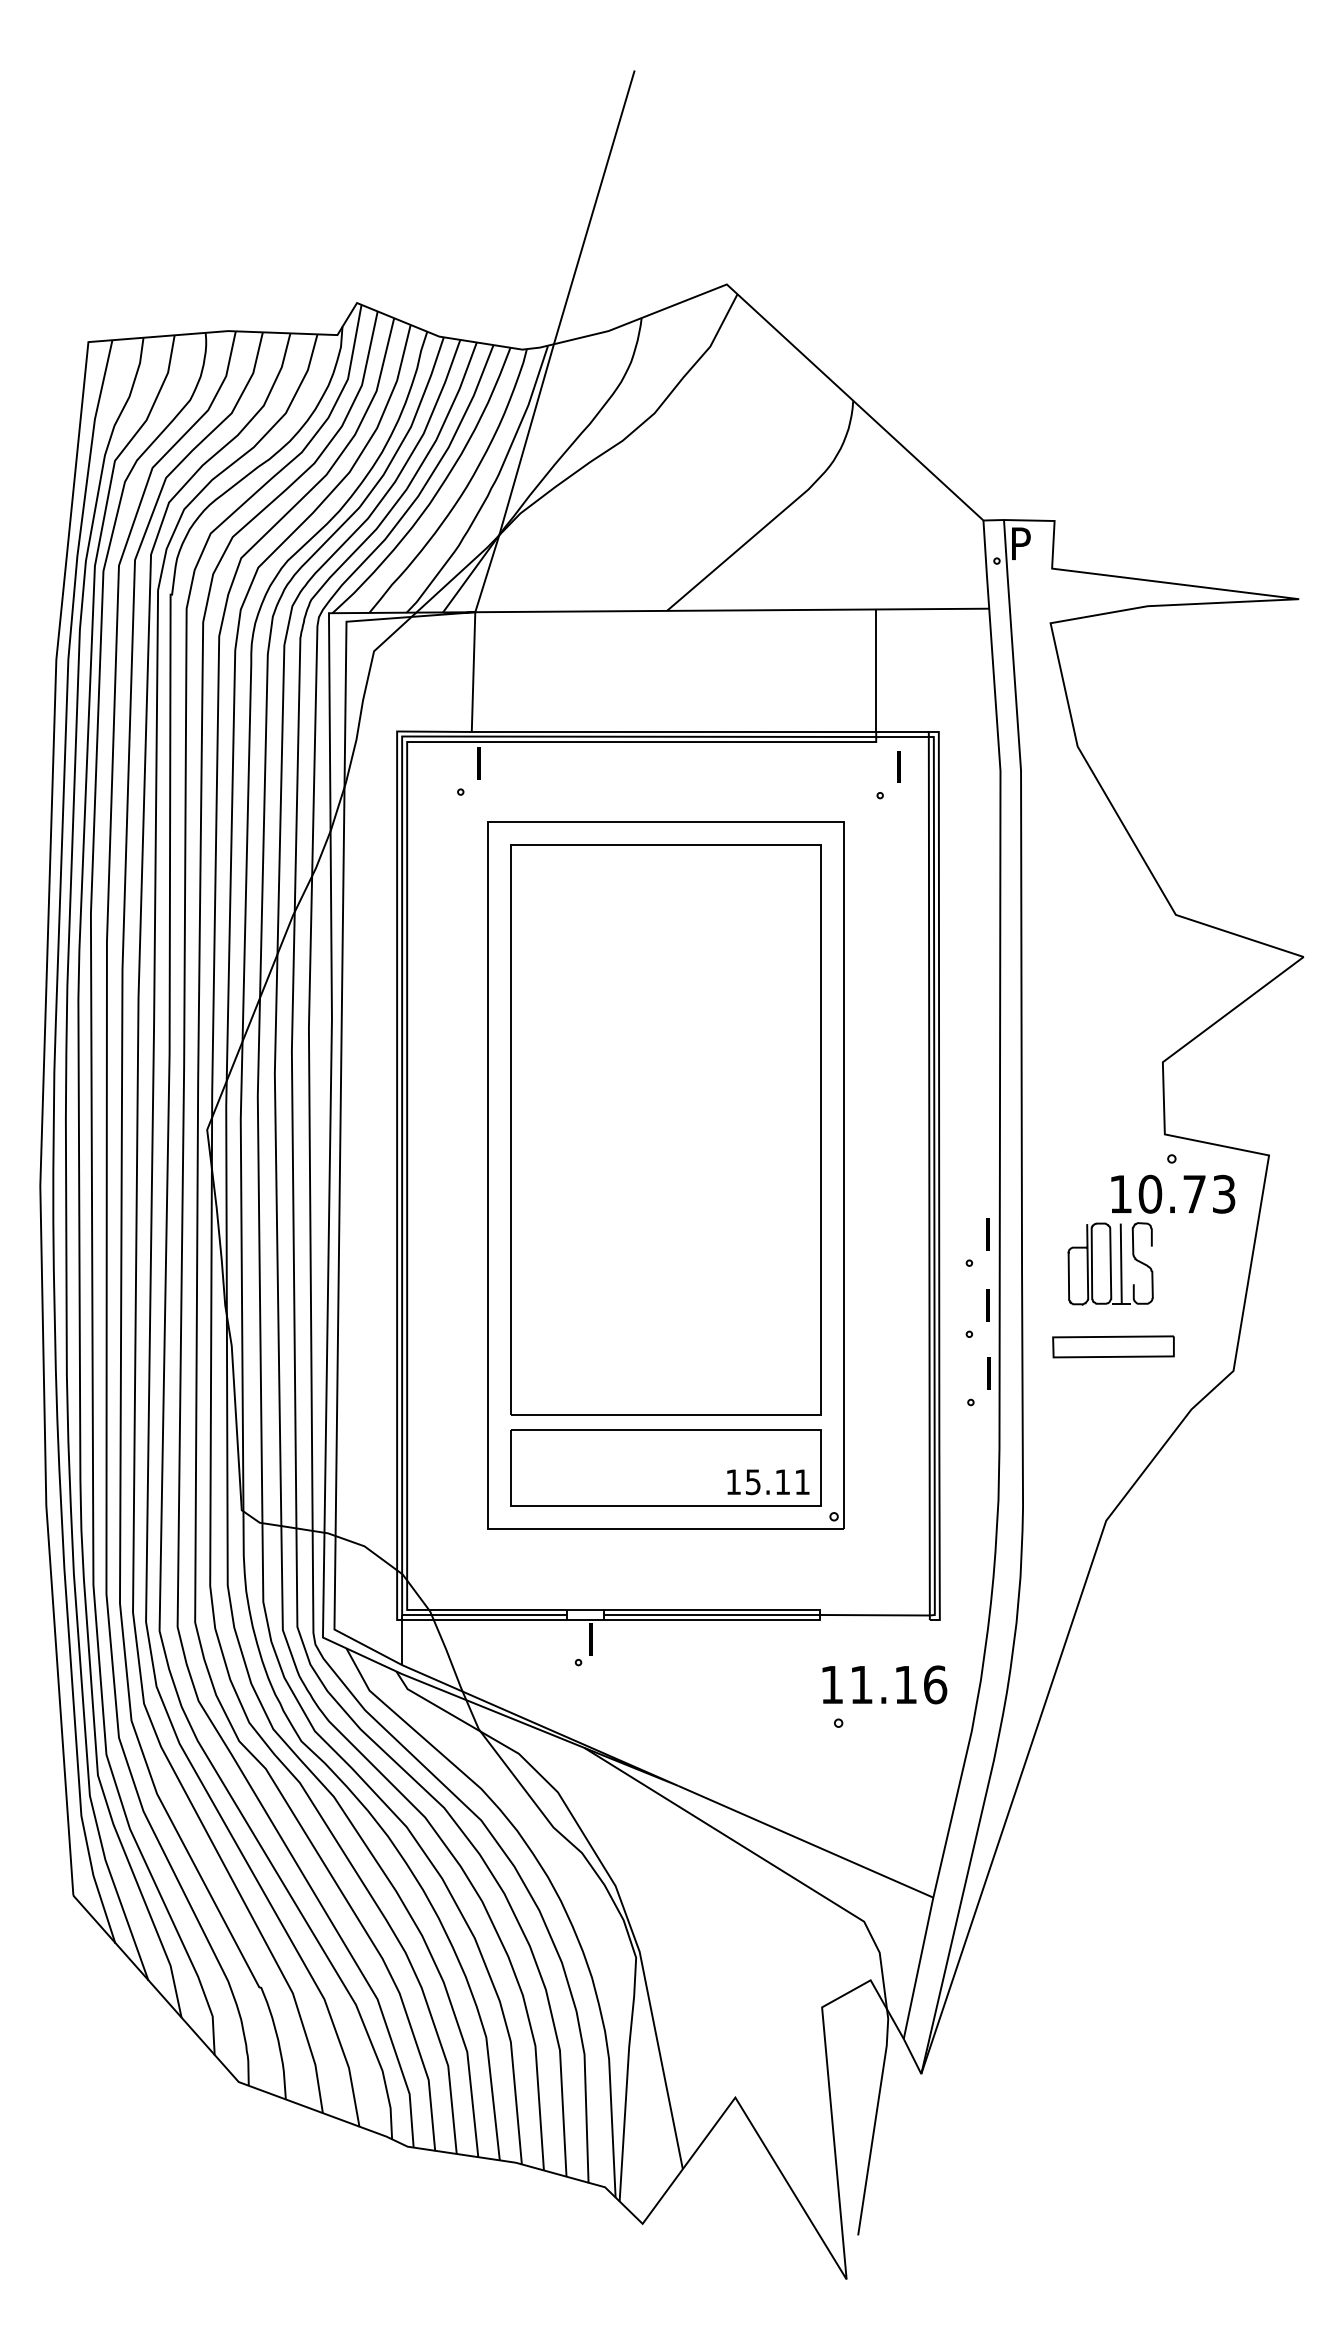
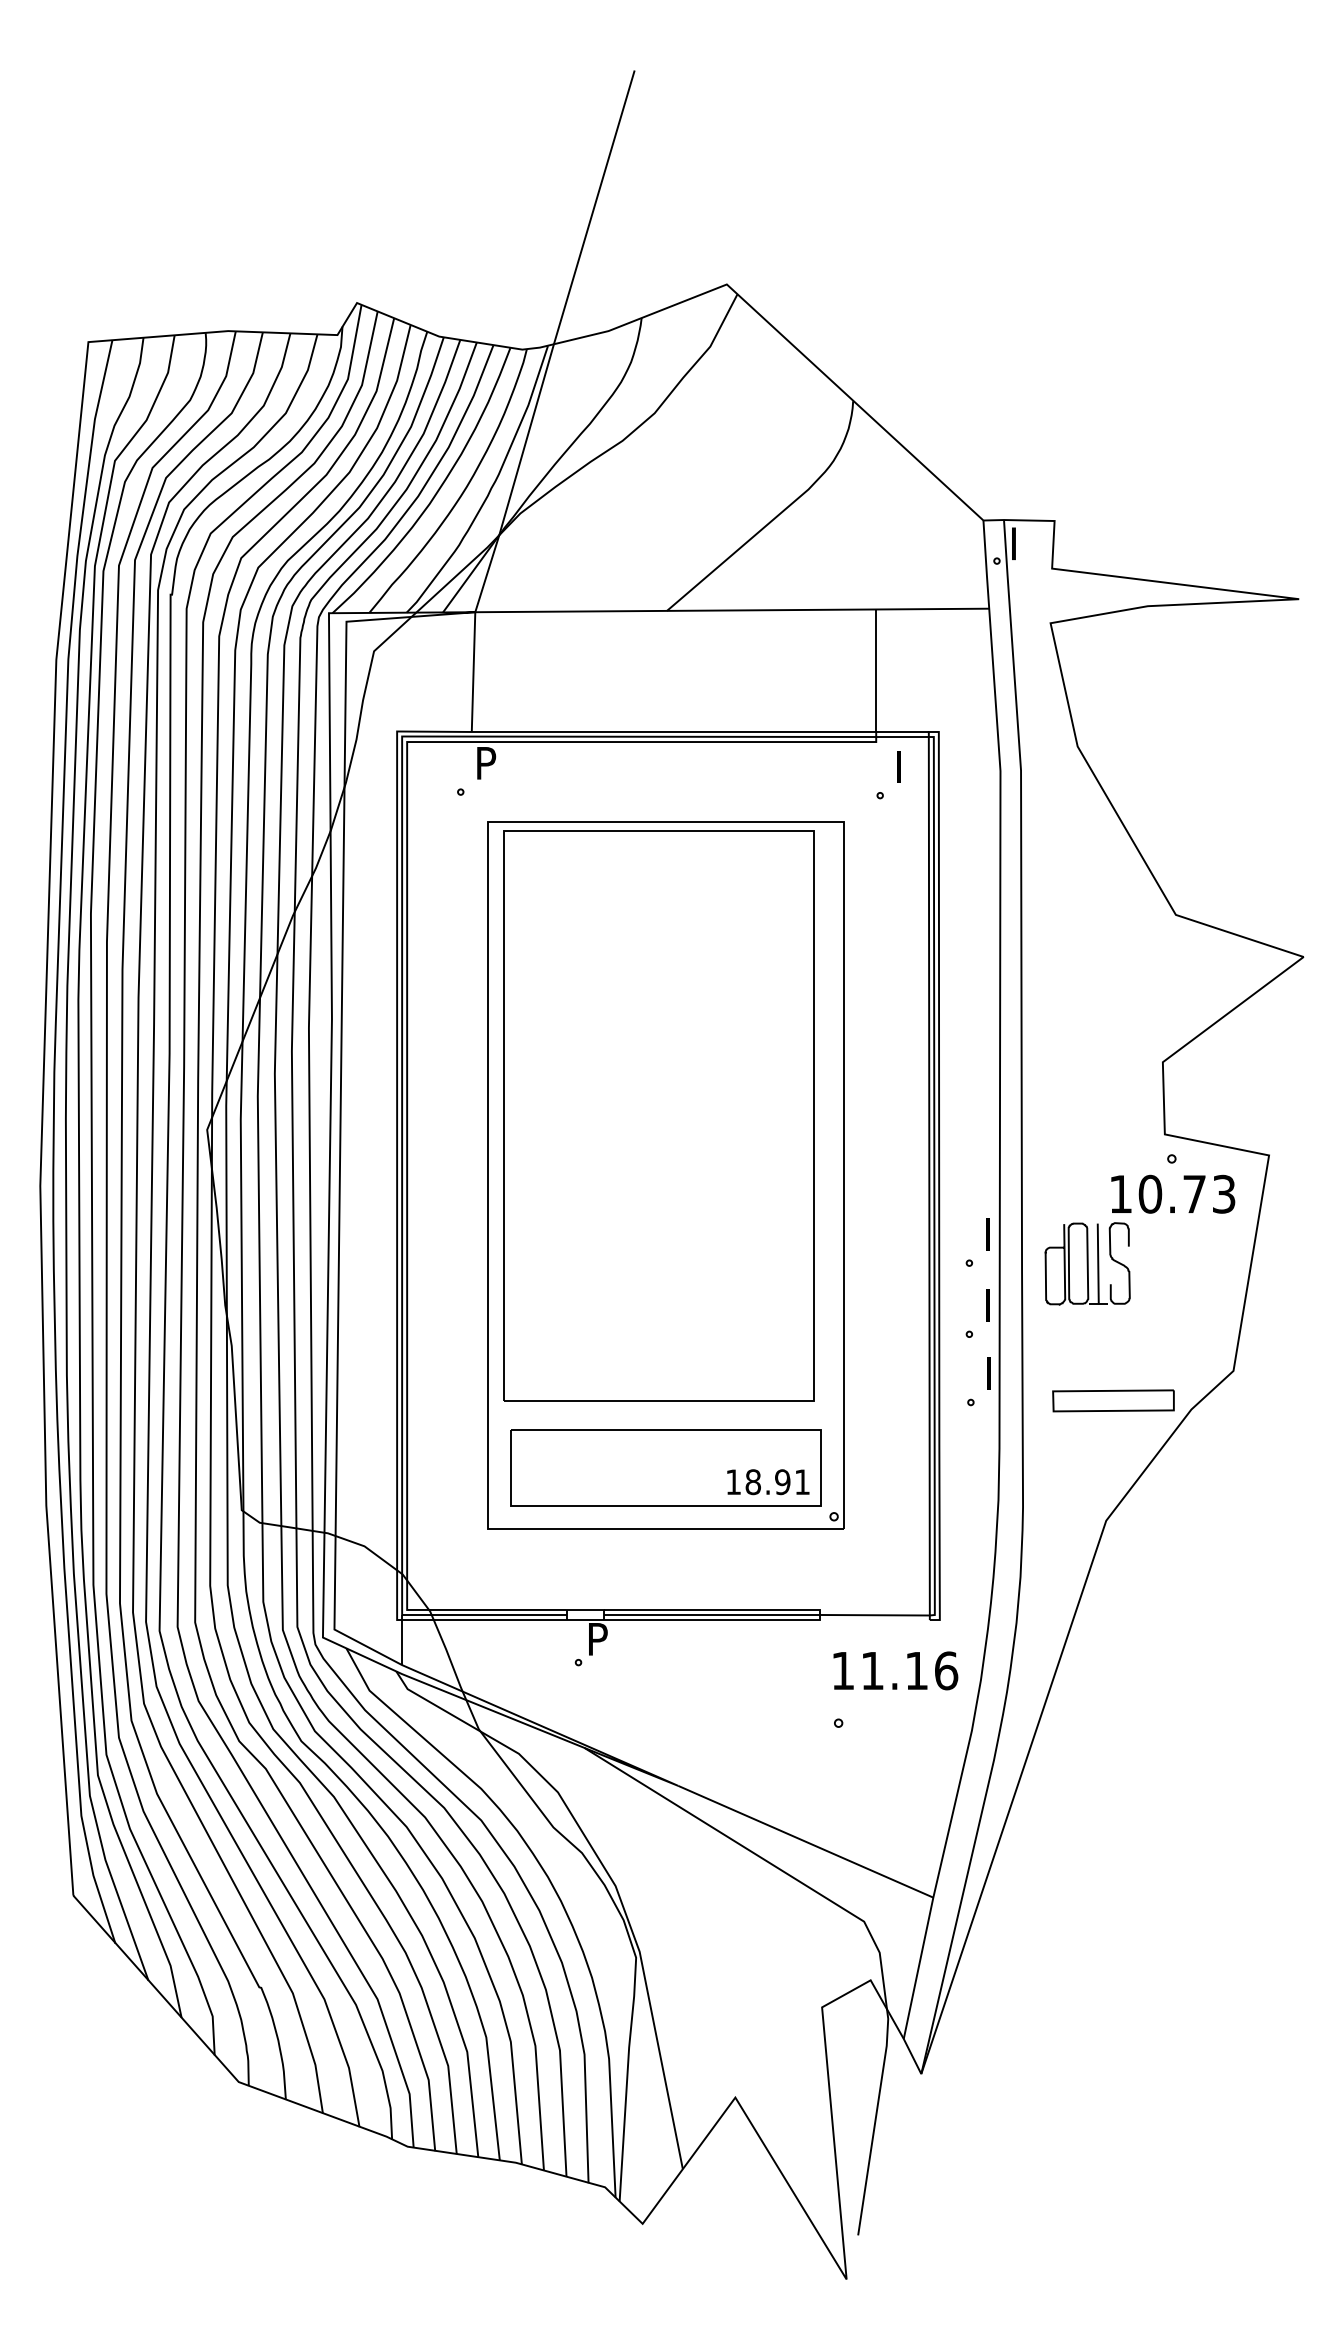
text at (1023, 536): P -> I
text at (486, 763): I -> P
part at (665, 1129) position: (665, 1129) -> (658, 1115)
part at (1110, 1263) position: (1110, 1263) -> (1087, 1263)
part at (1113, 1346) position: (1113, 1346) -> (1113, 1400)
text at (767, 1482): 15.11 -> 18.91
text at (598, 1639): I -> P
text at (884, 1684) position: (884, 1684) -> (895, 1670)
